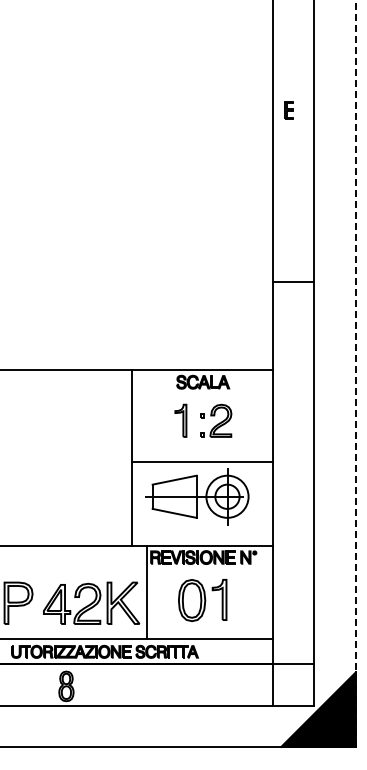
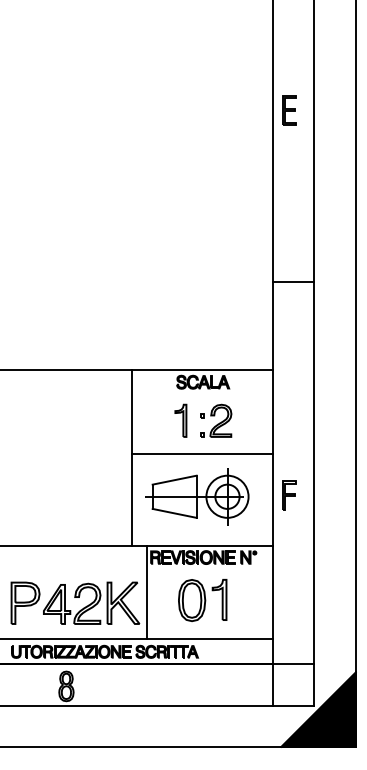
part at (288, 110) size: 10x19 px -> 15x31 px
line at (355, 373): dashed -> solid
line at (202, 462) position: (202, 462) -> (202, 454)
part at (289, 495): none -> present
part at (18, 602) position: (18, 602) -> (25, 602)
